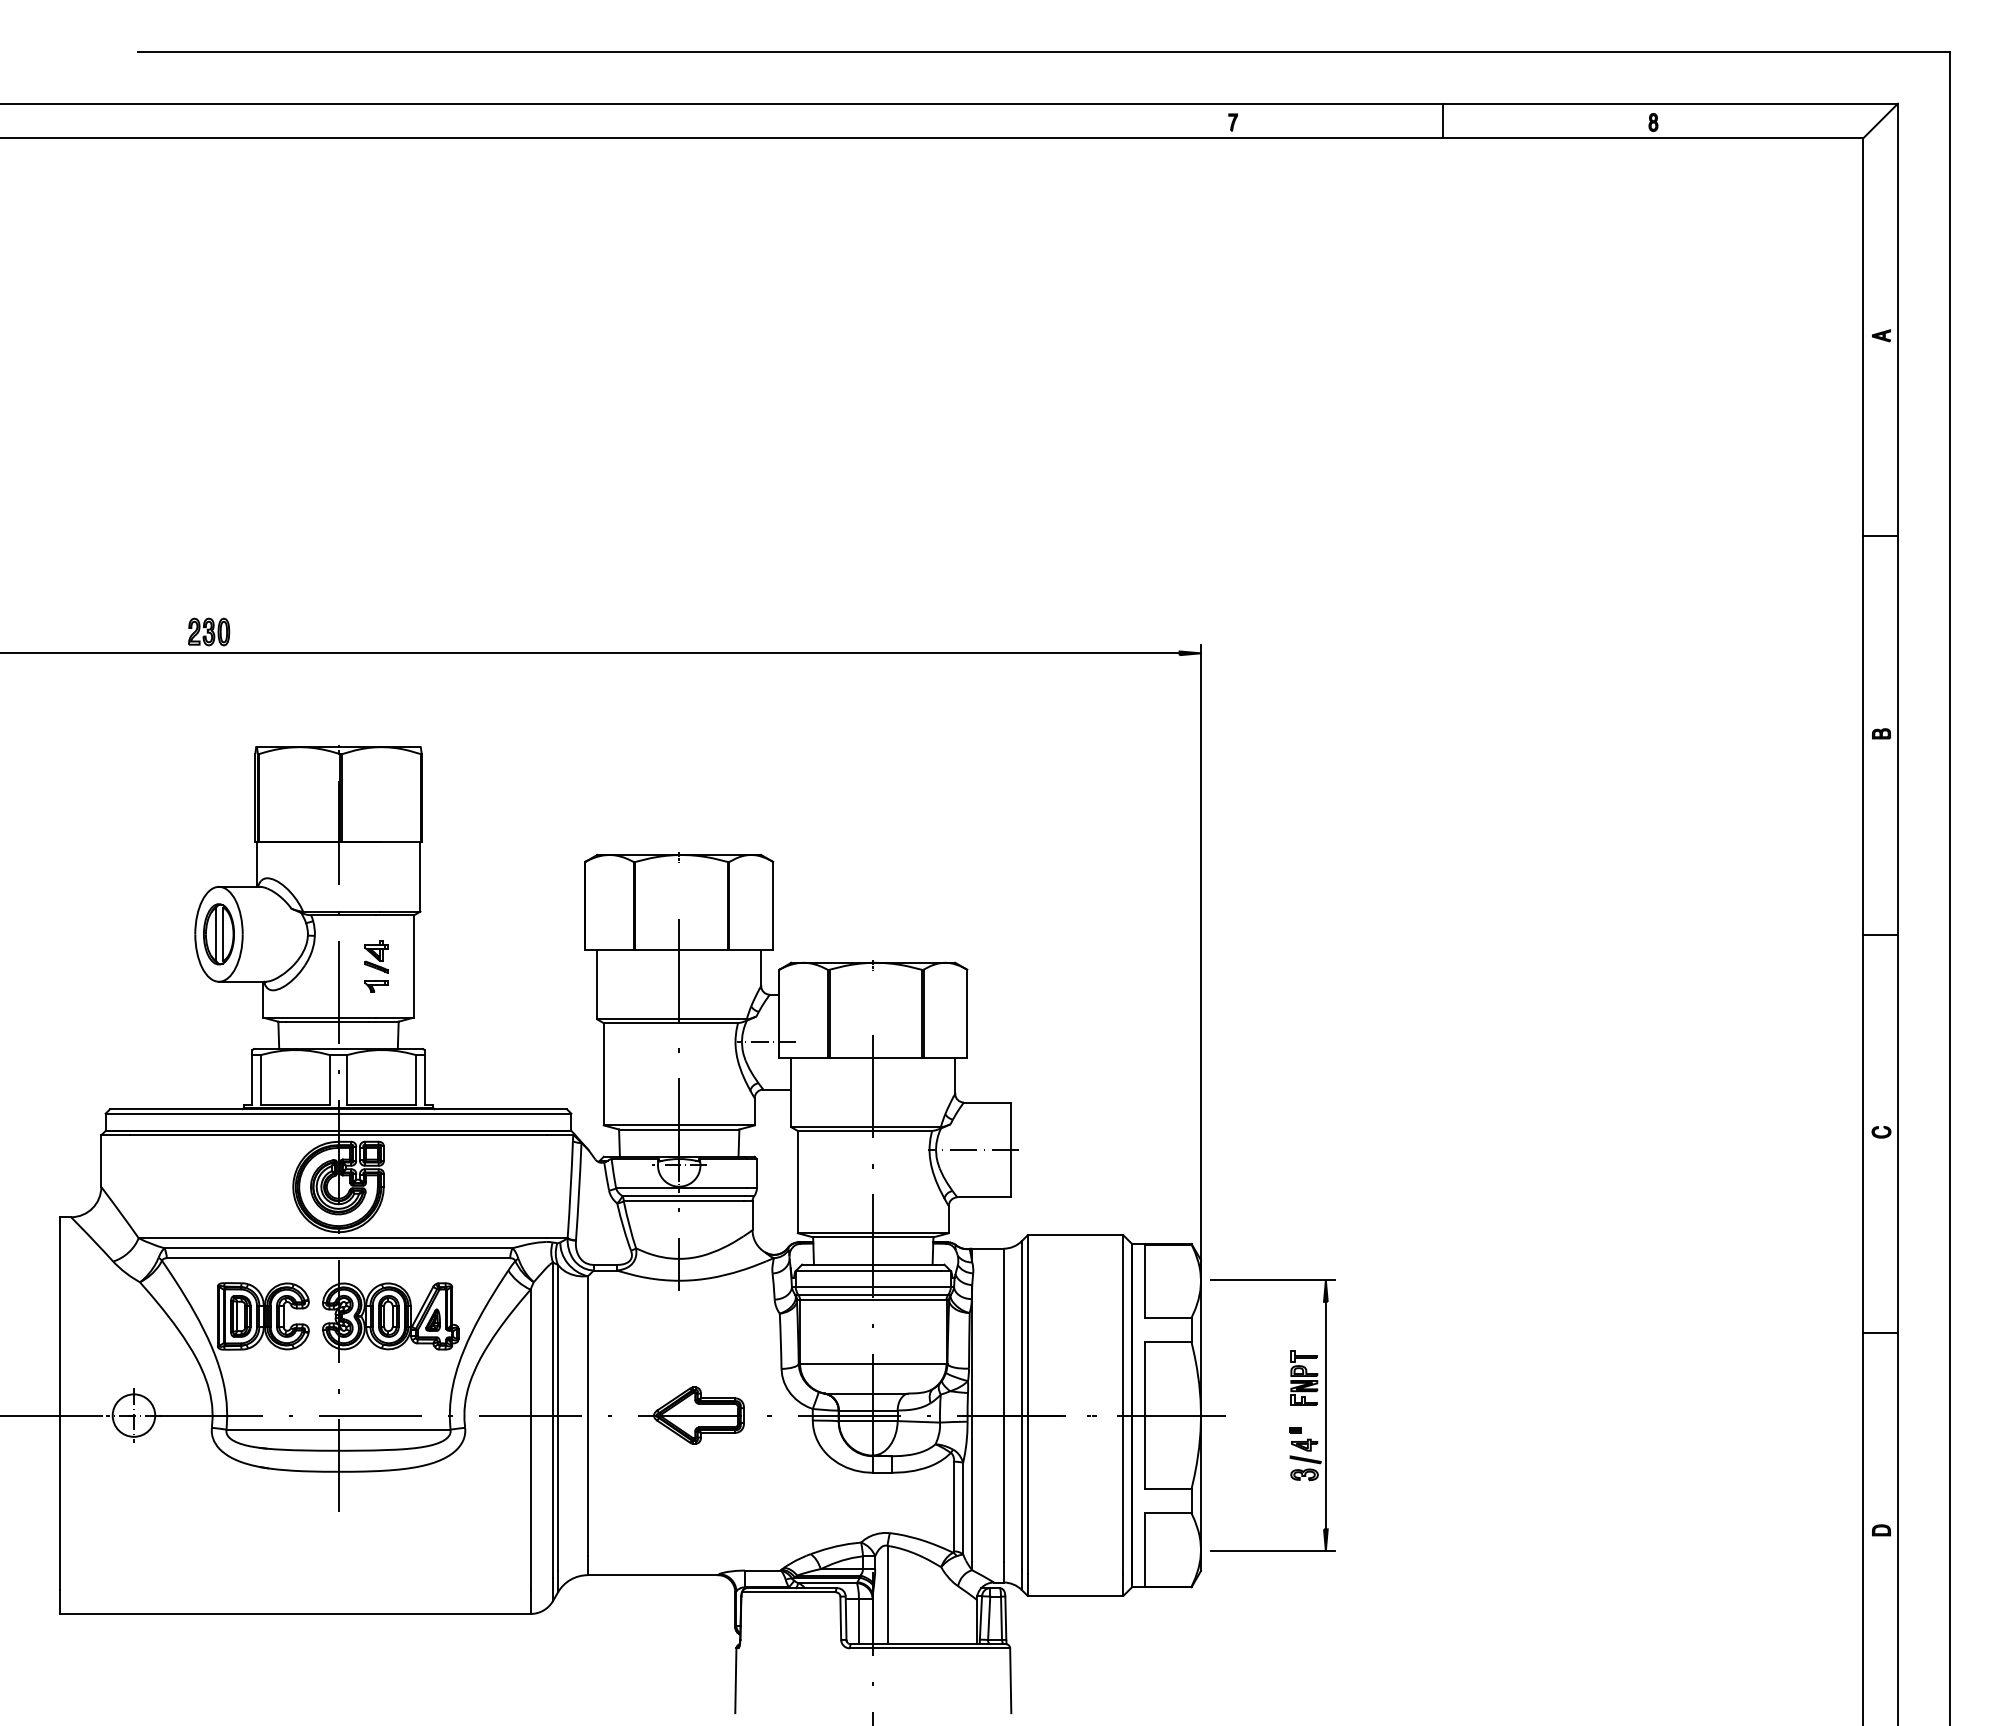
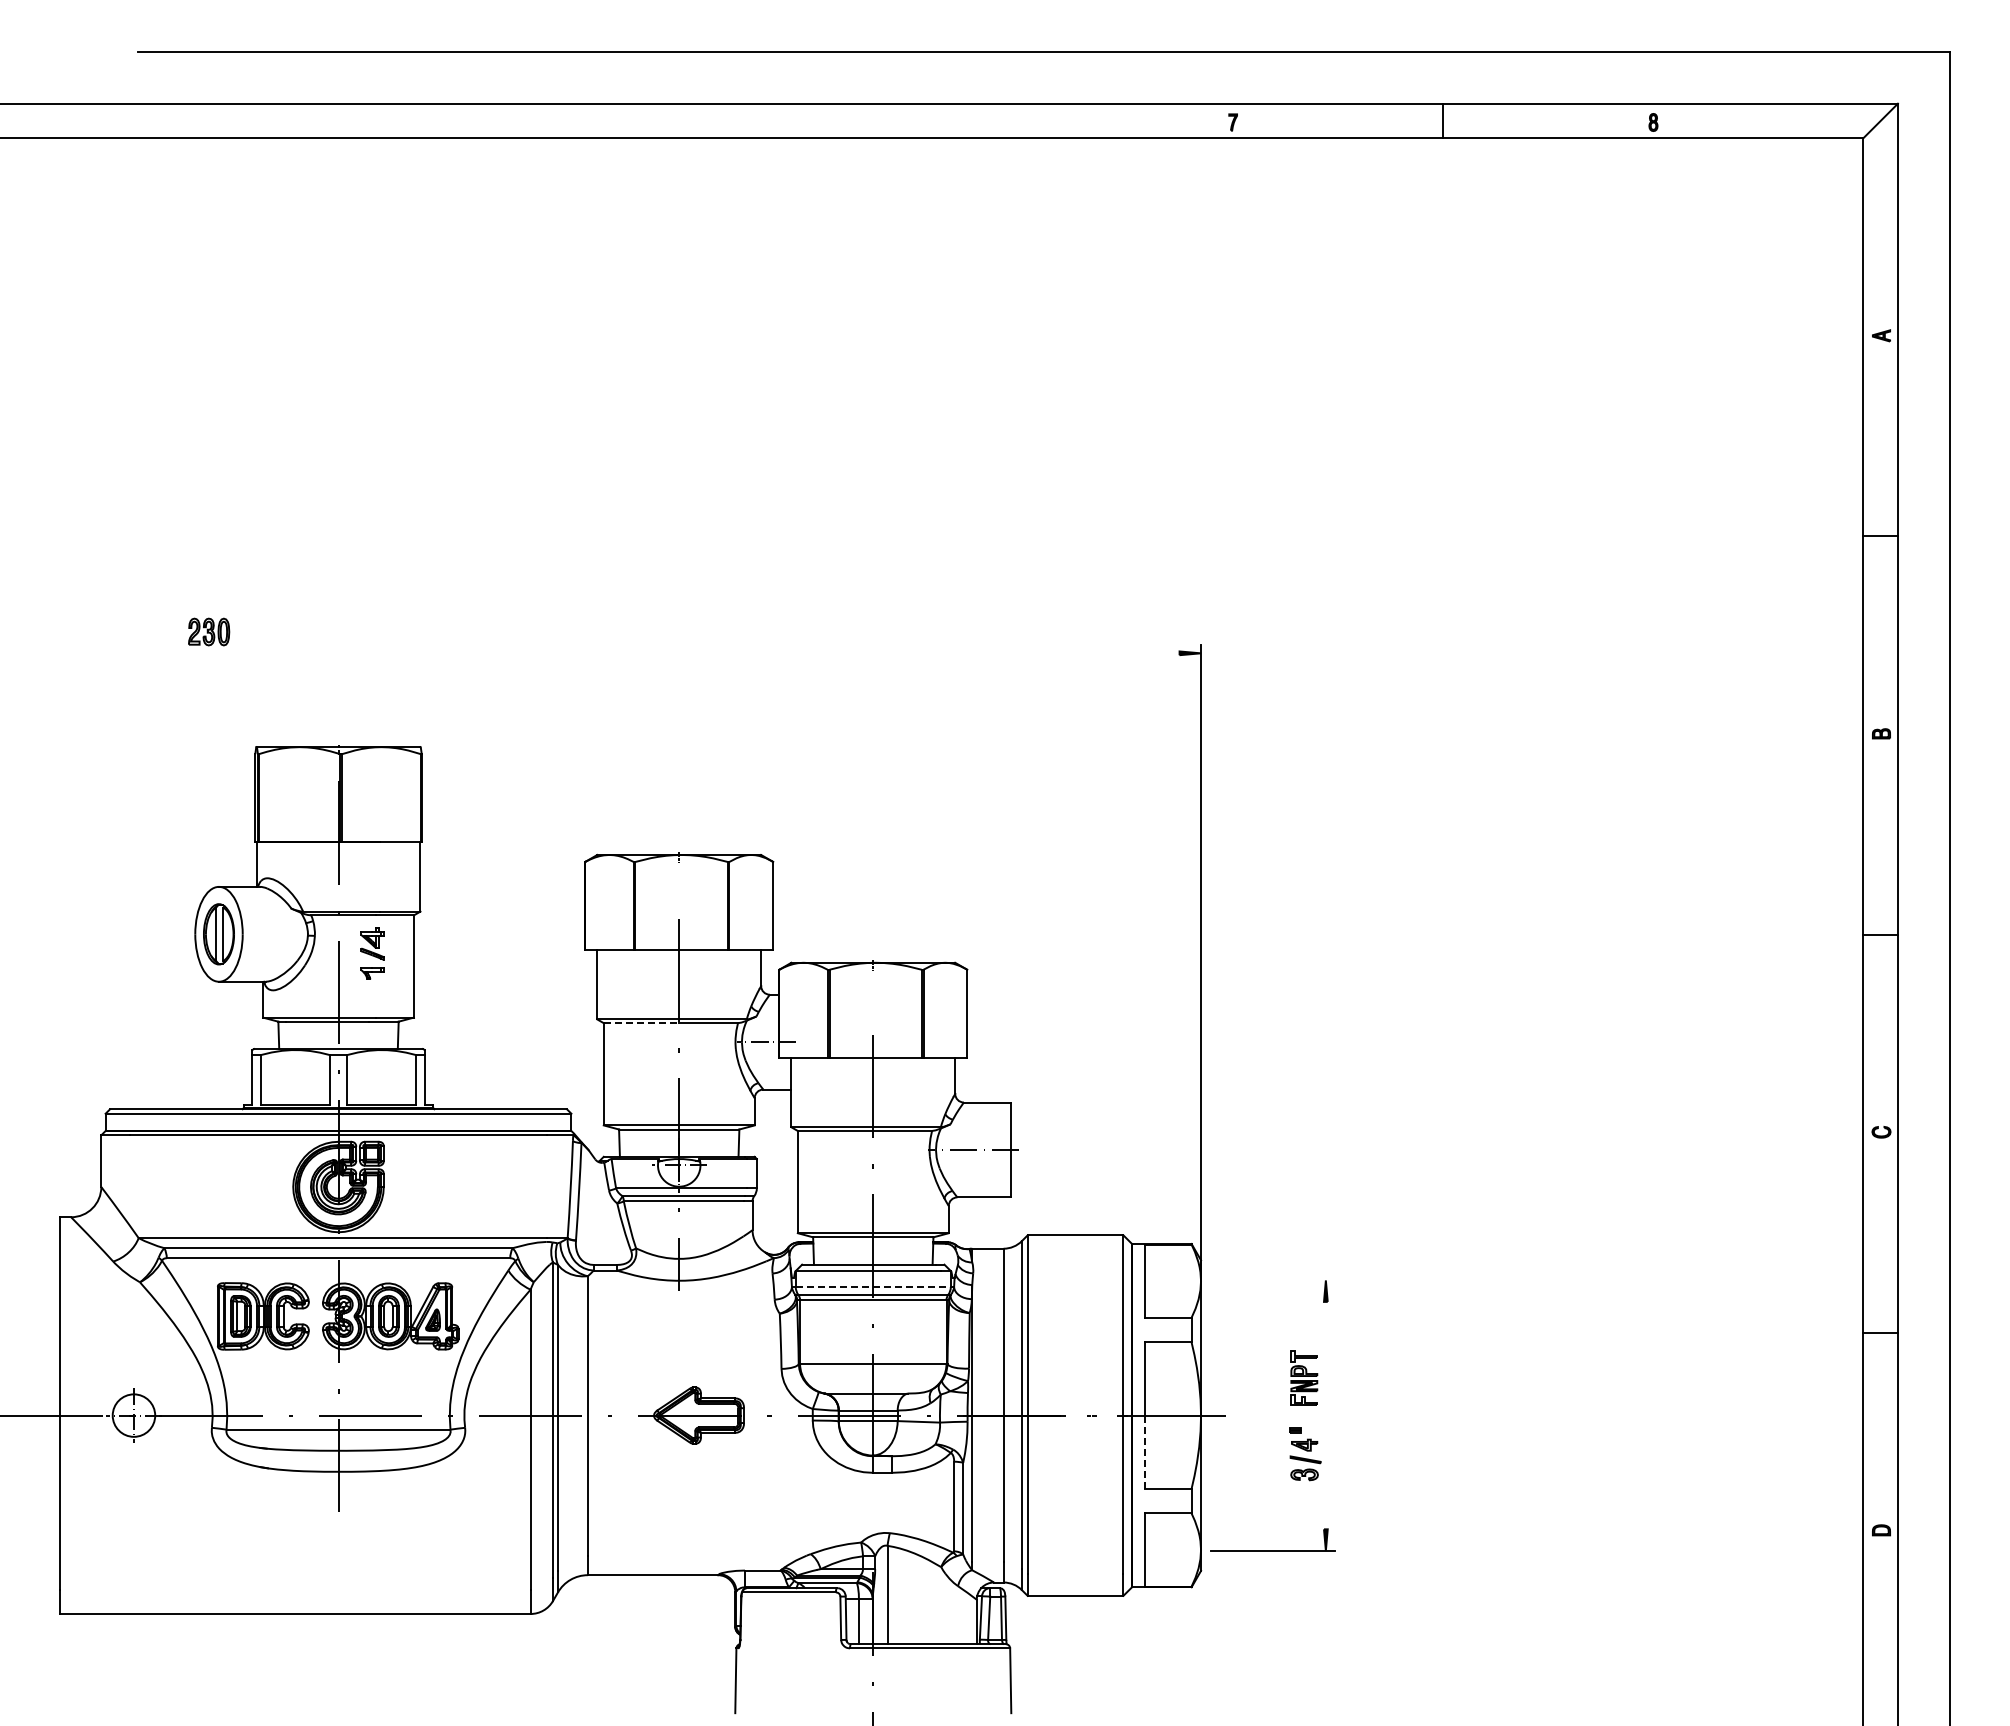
line at (590, 653): present -> none
part at (376, 966) position: (376, 966) -> (372, 953)
line at (641, 1023): solid -> dashed
line at (1272, 1280): present -> none
line at (873, 1287): solid -> dashed
line at (1325, 1415): present -> none
line at (1145, 1452): solid -> dashed
